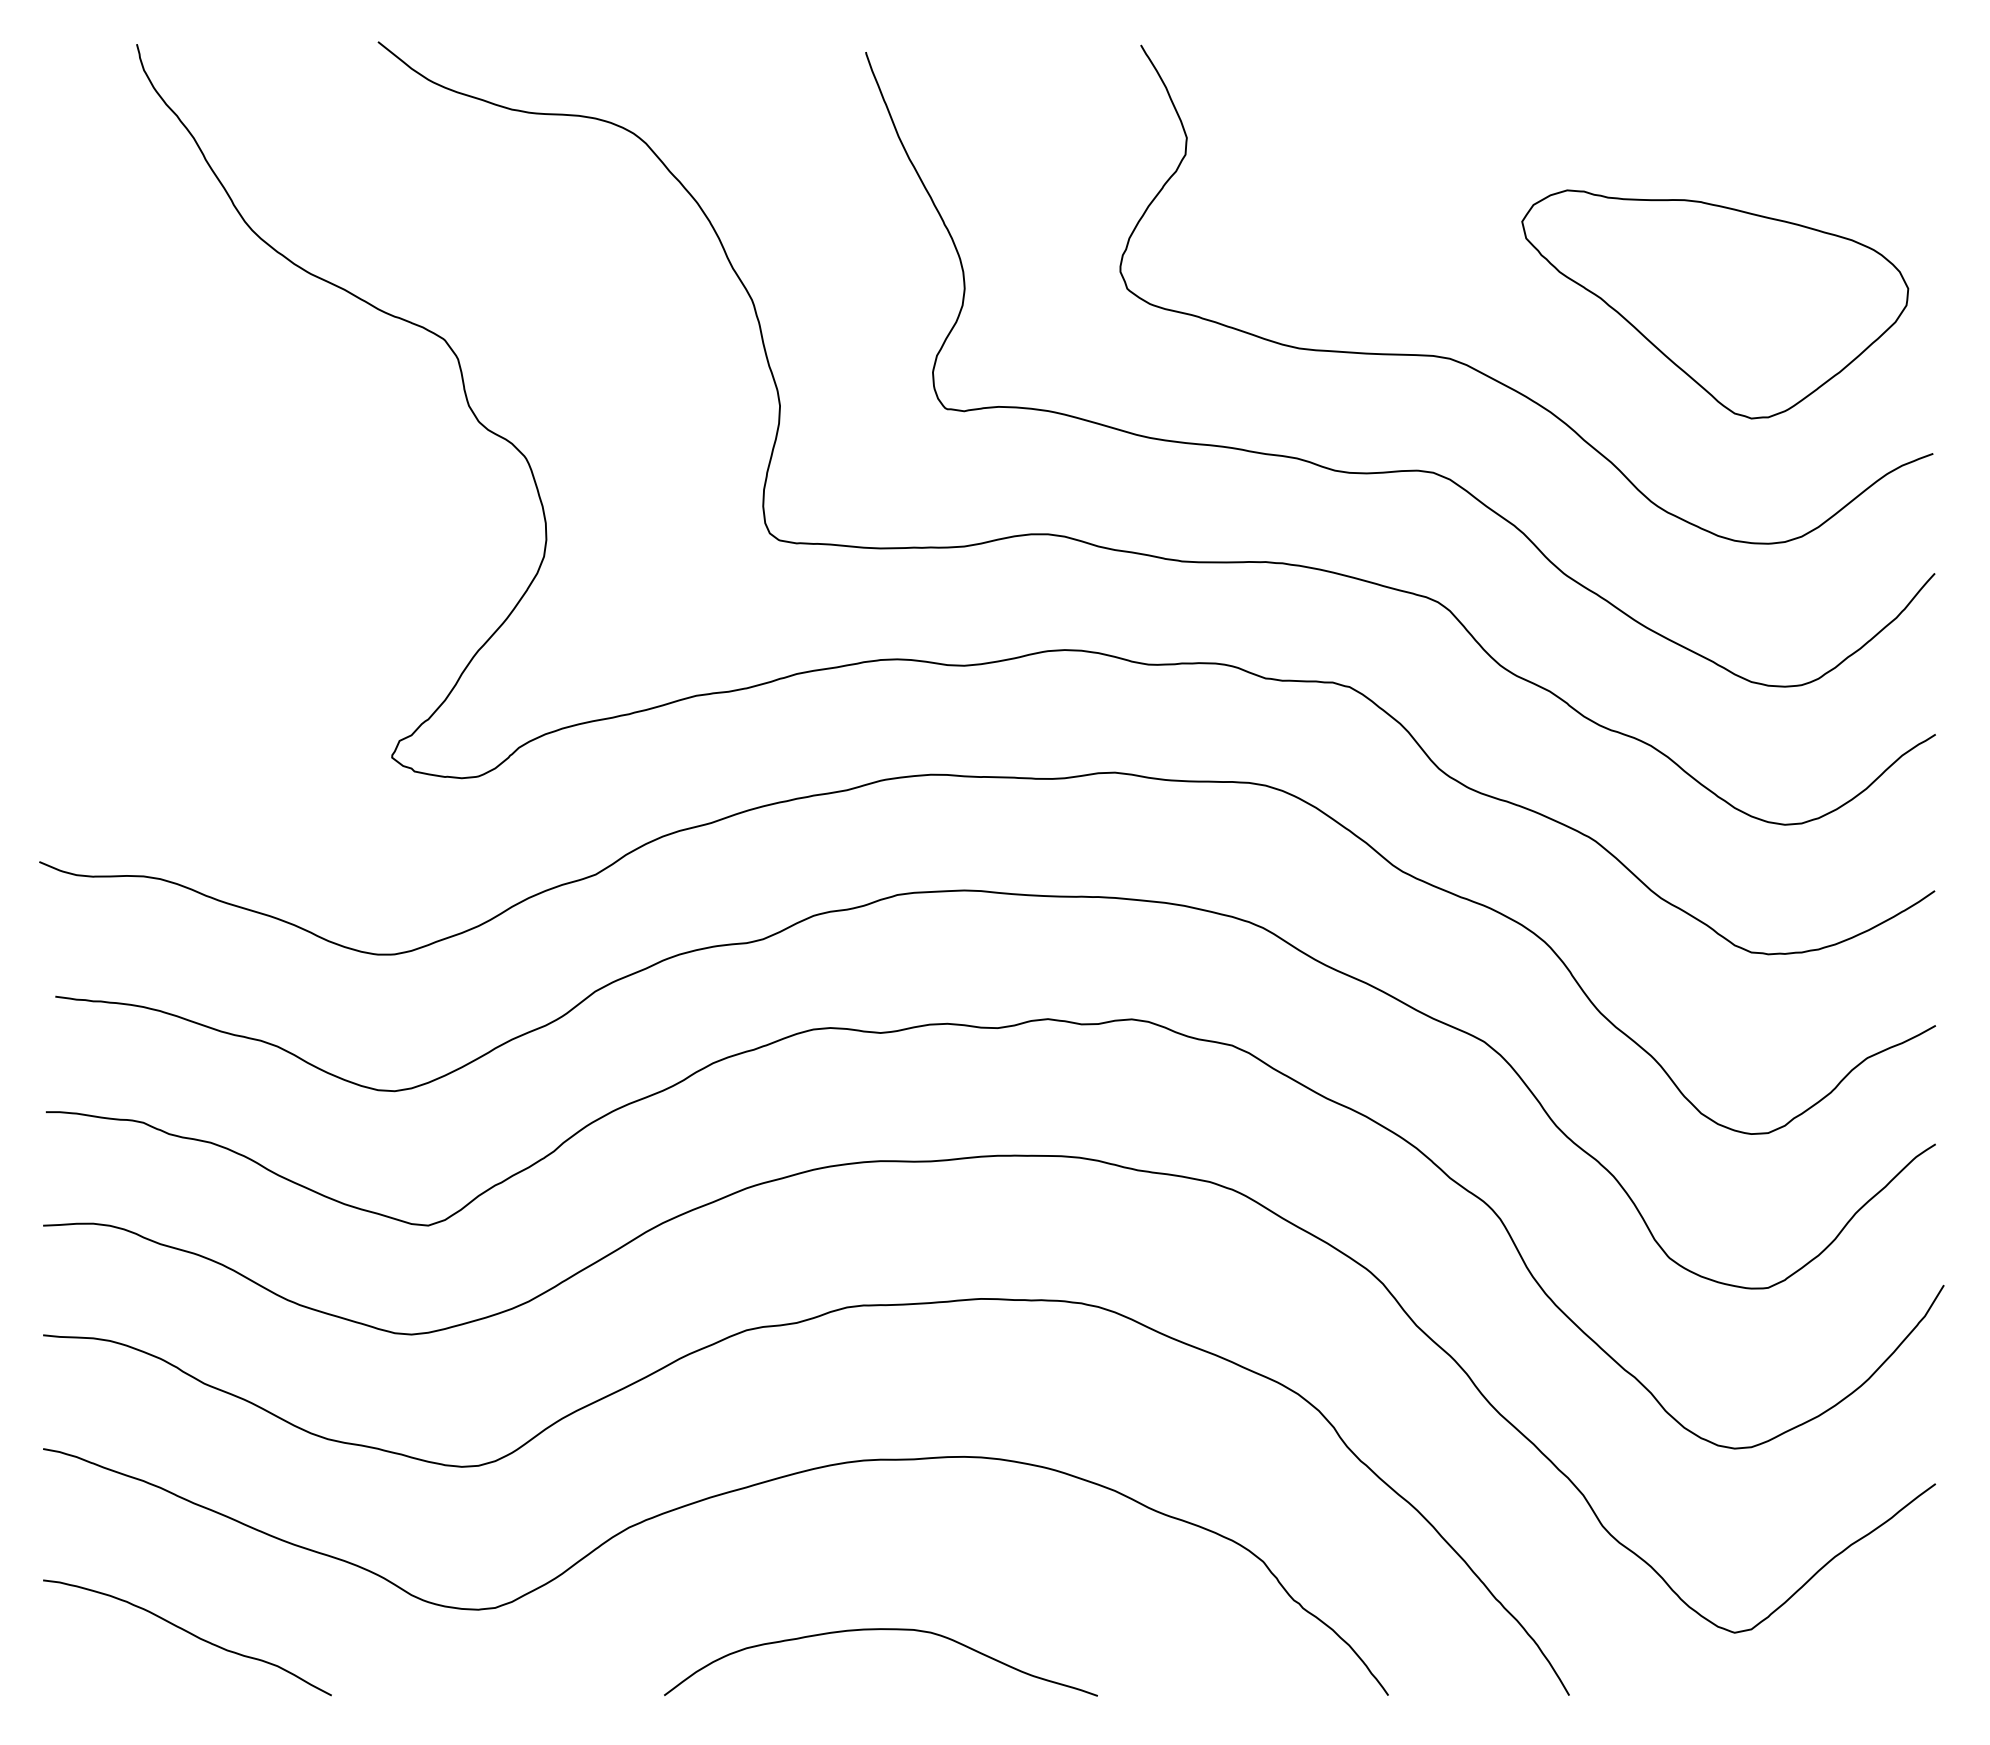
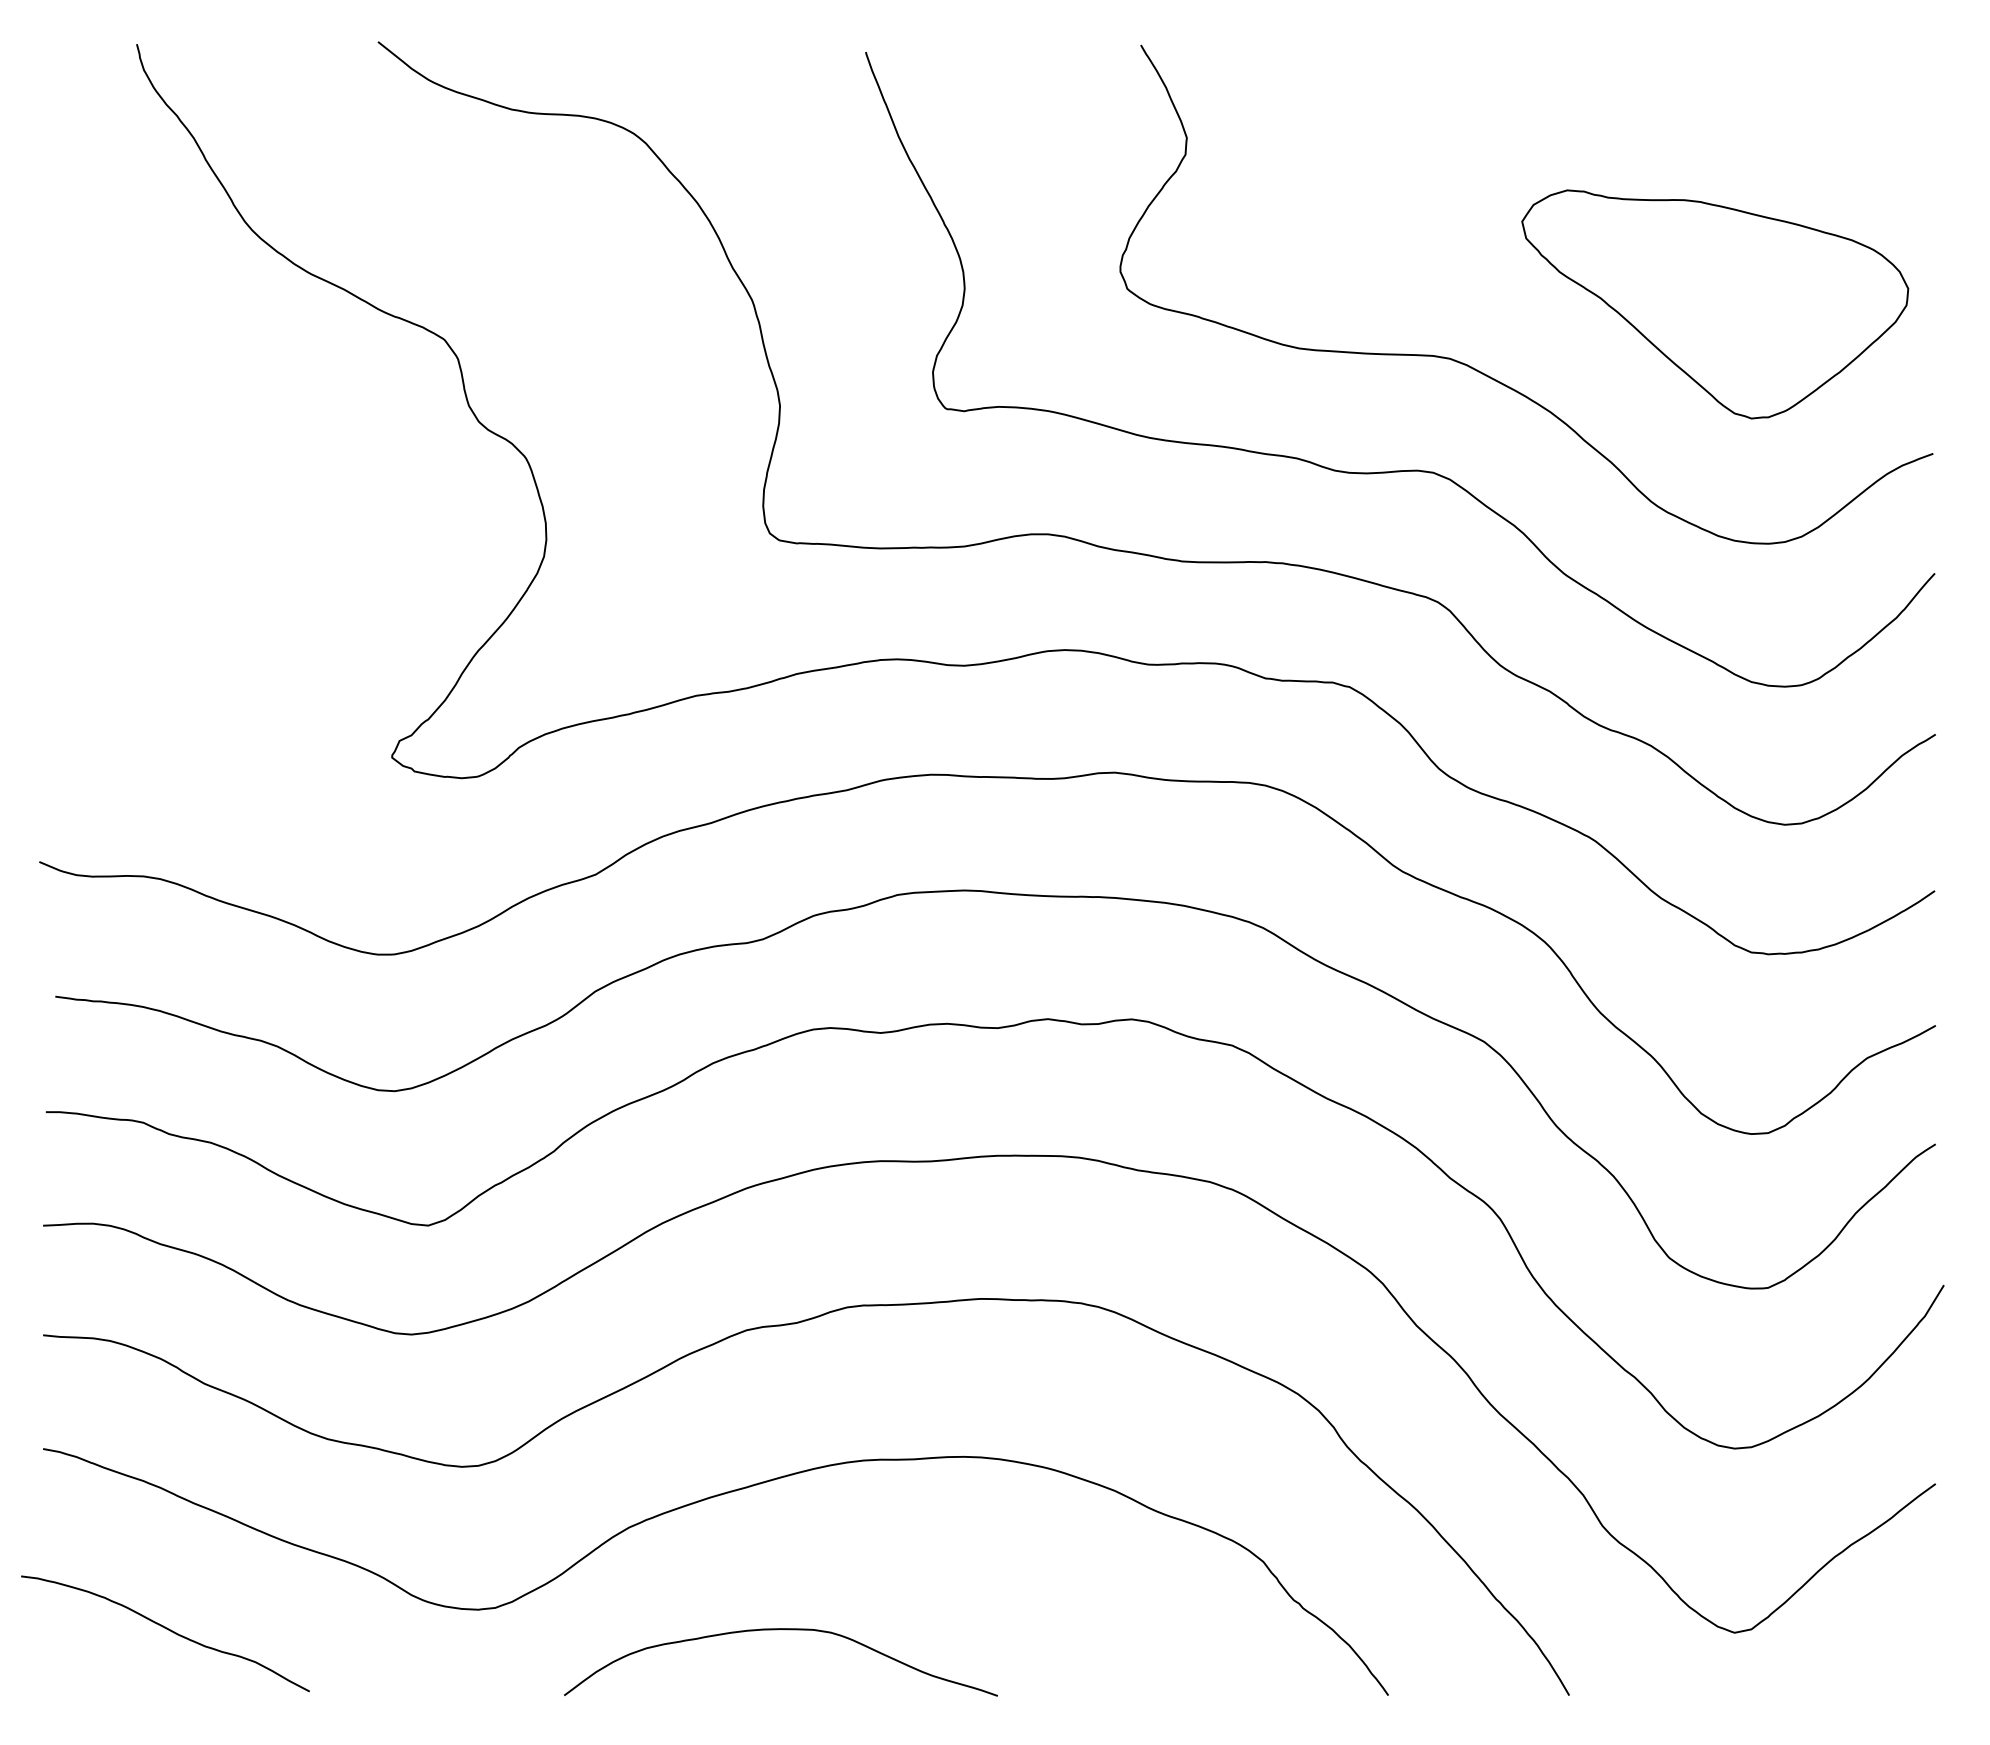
curve at (878, 1630) position: (878, 1630) -> (778, 1630)
curve at (188, 1633) position: (188, 1633) -> (166, 1629)
